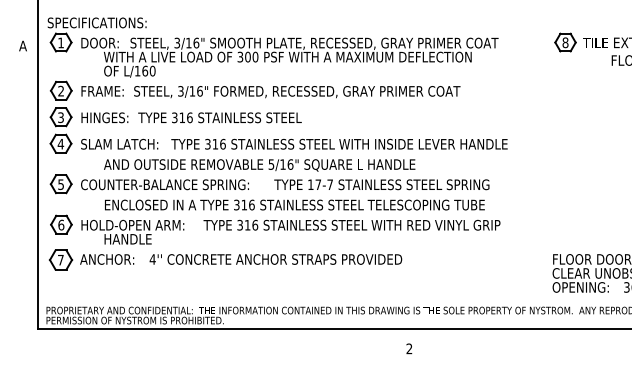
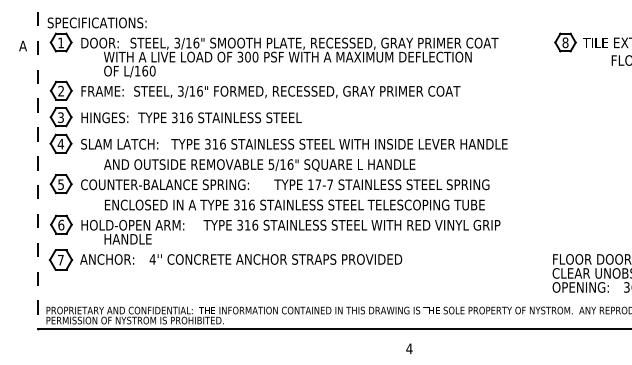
line at (38, 165): solid -> dashed
text at (409, 348): 2 -> 4
